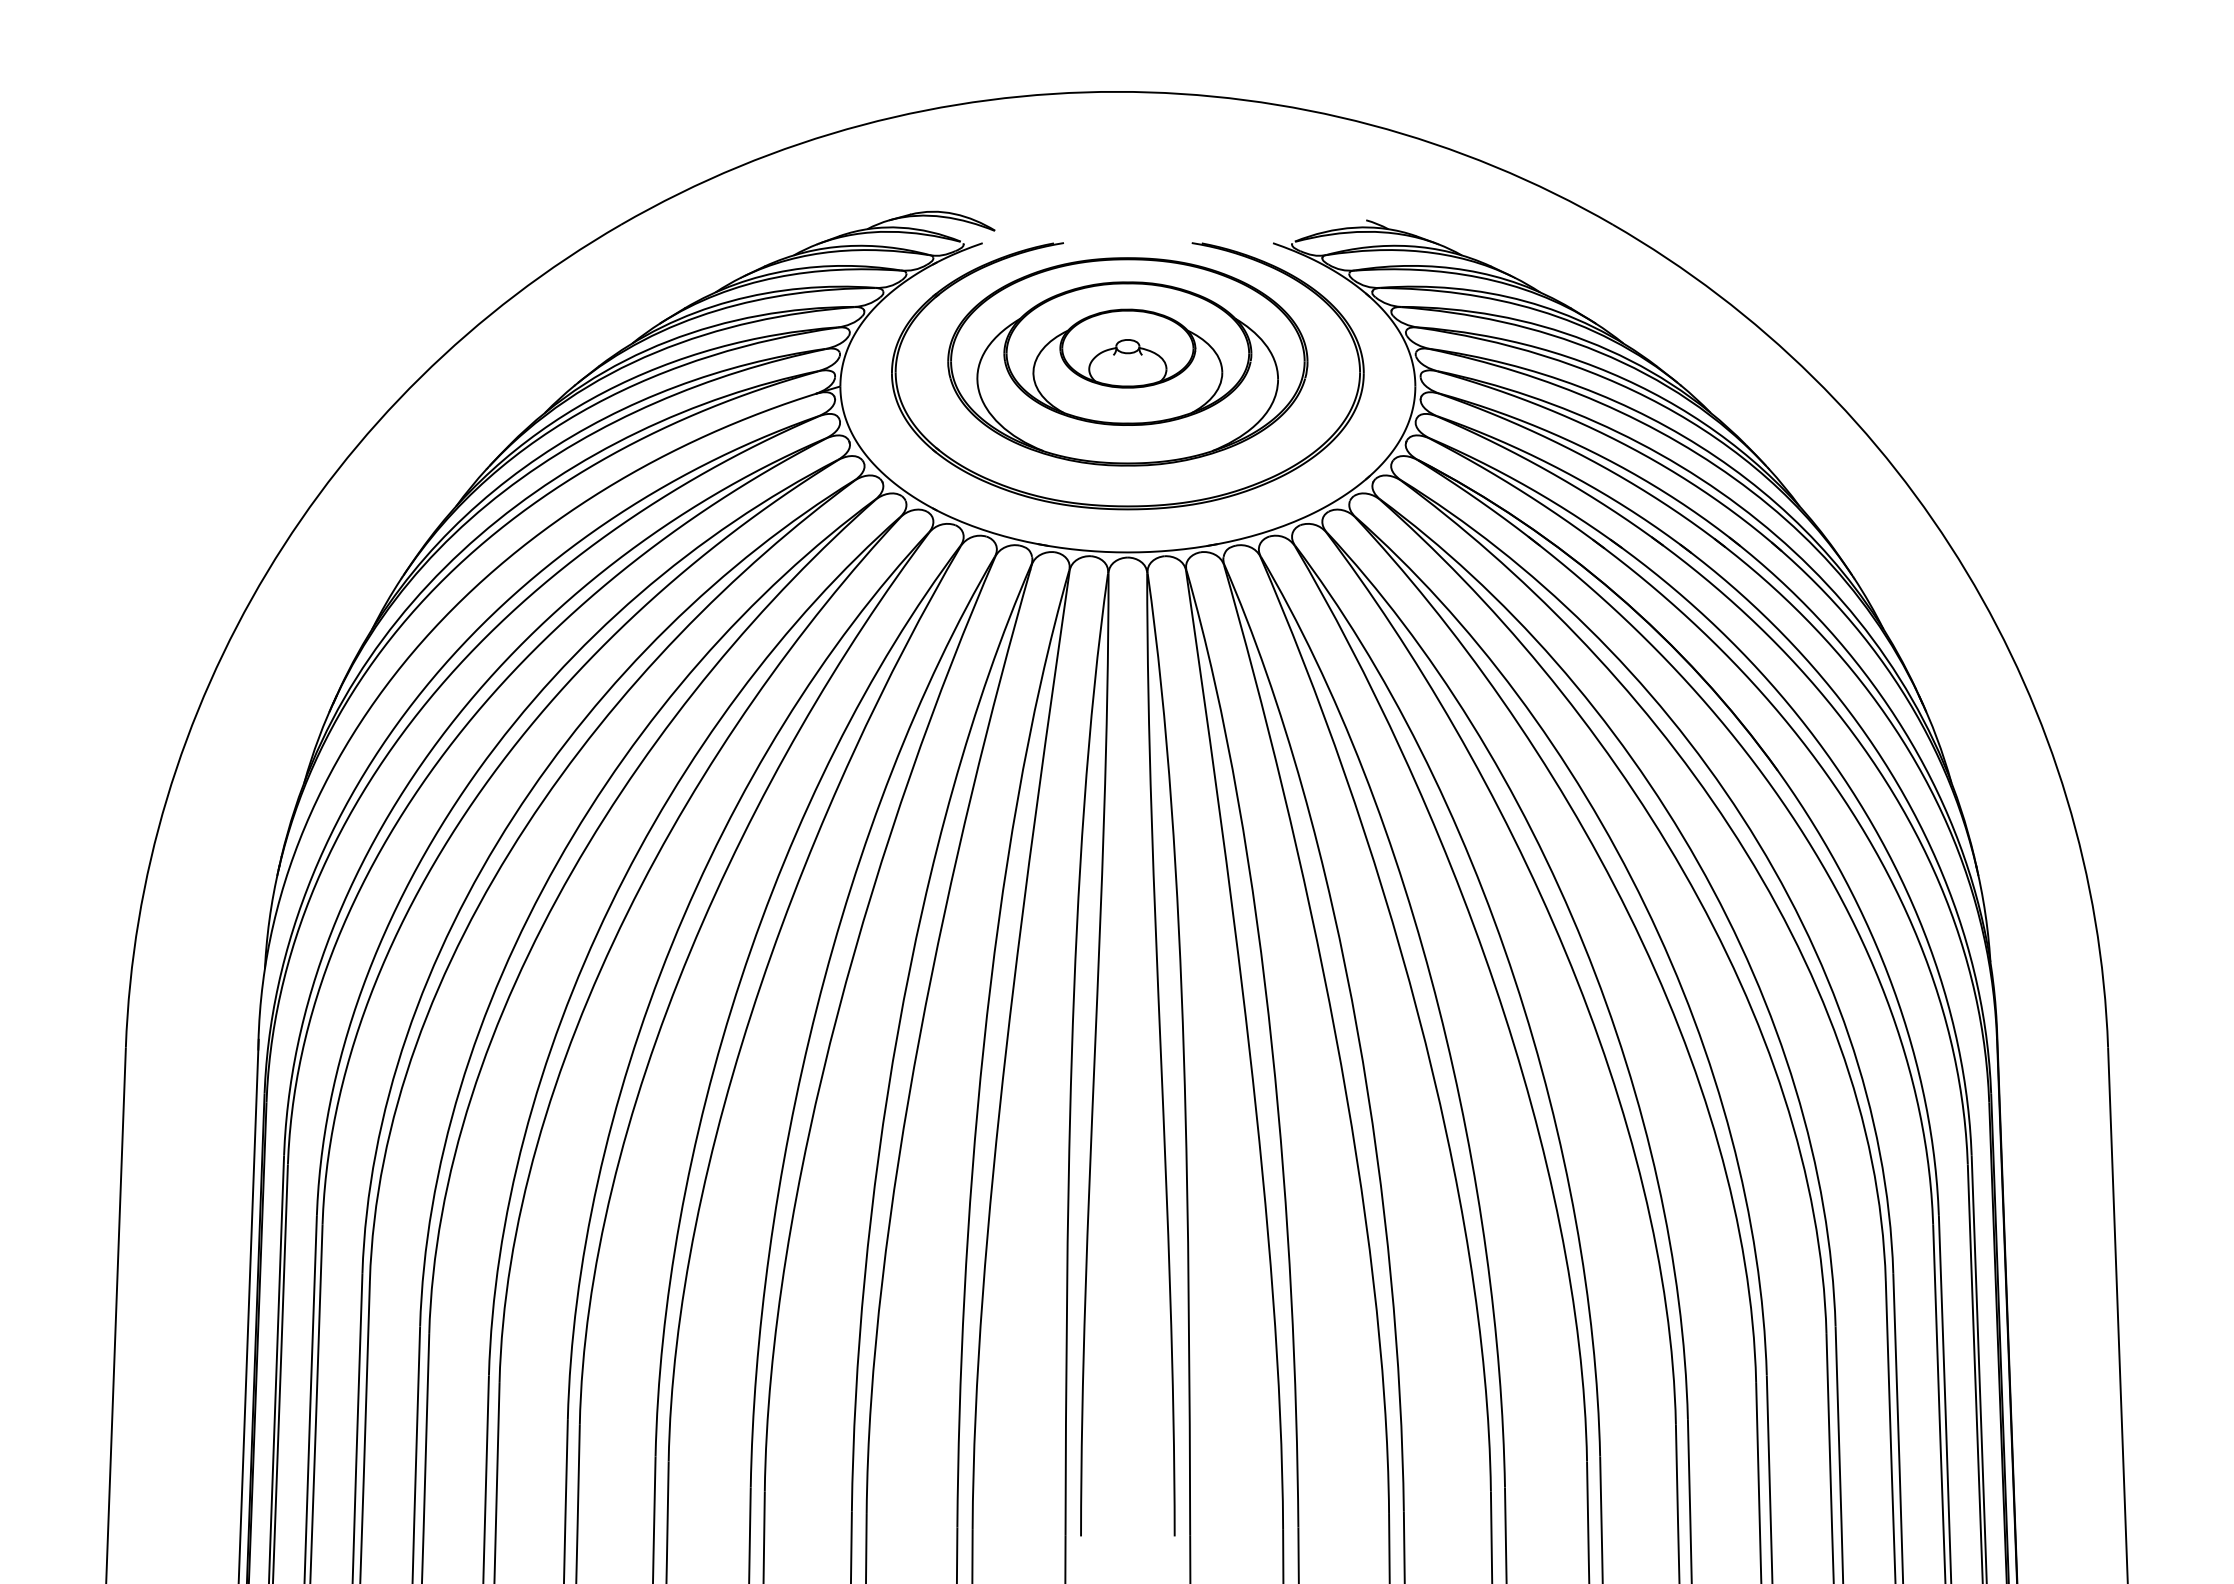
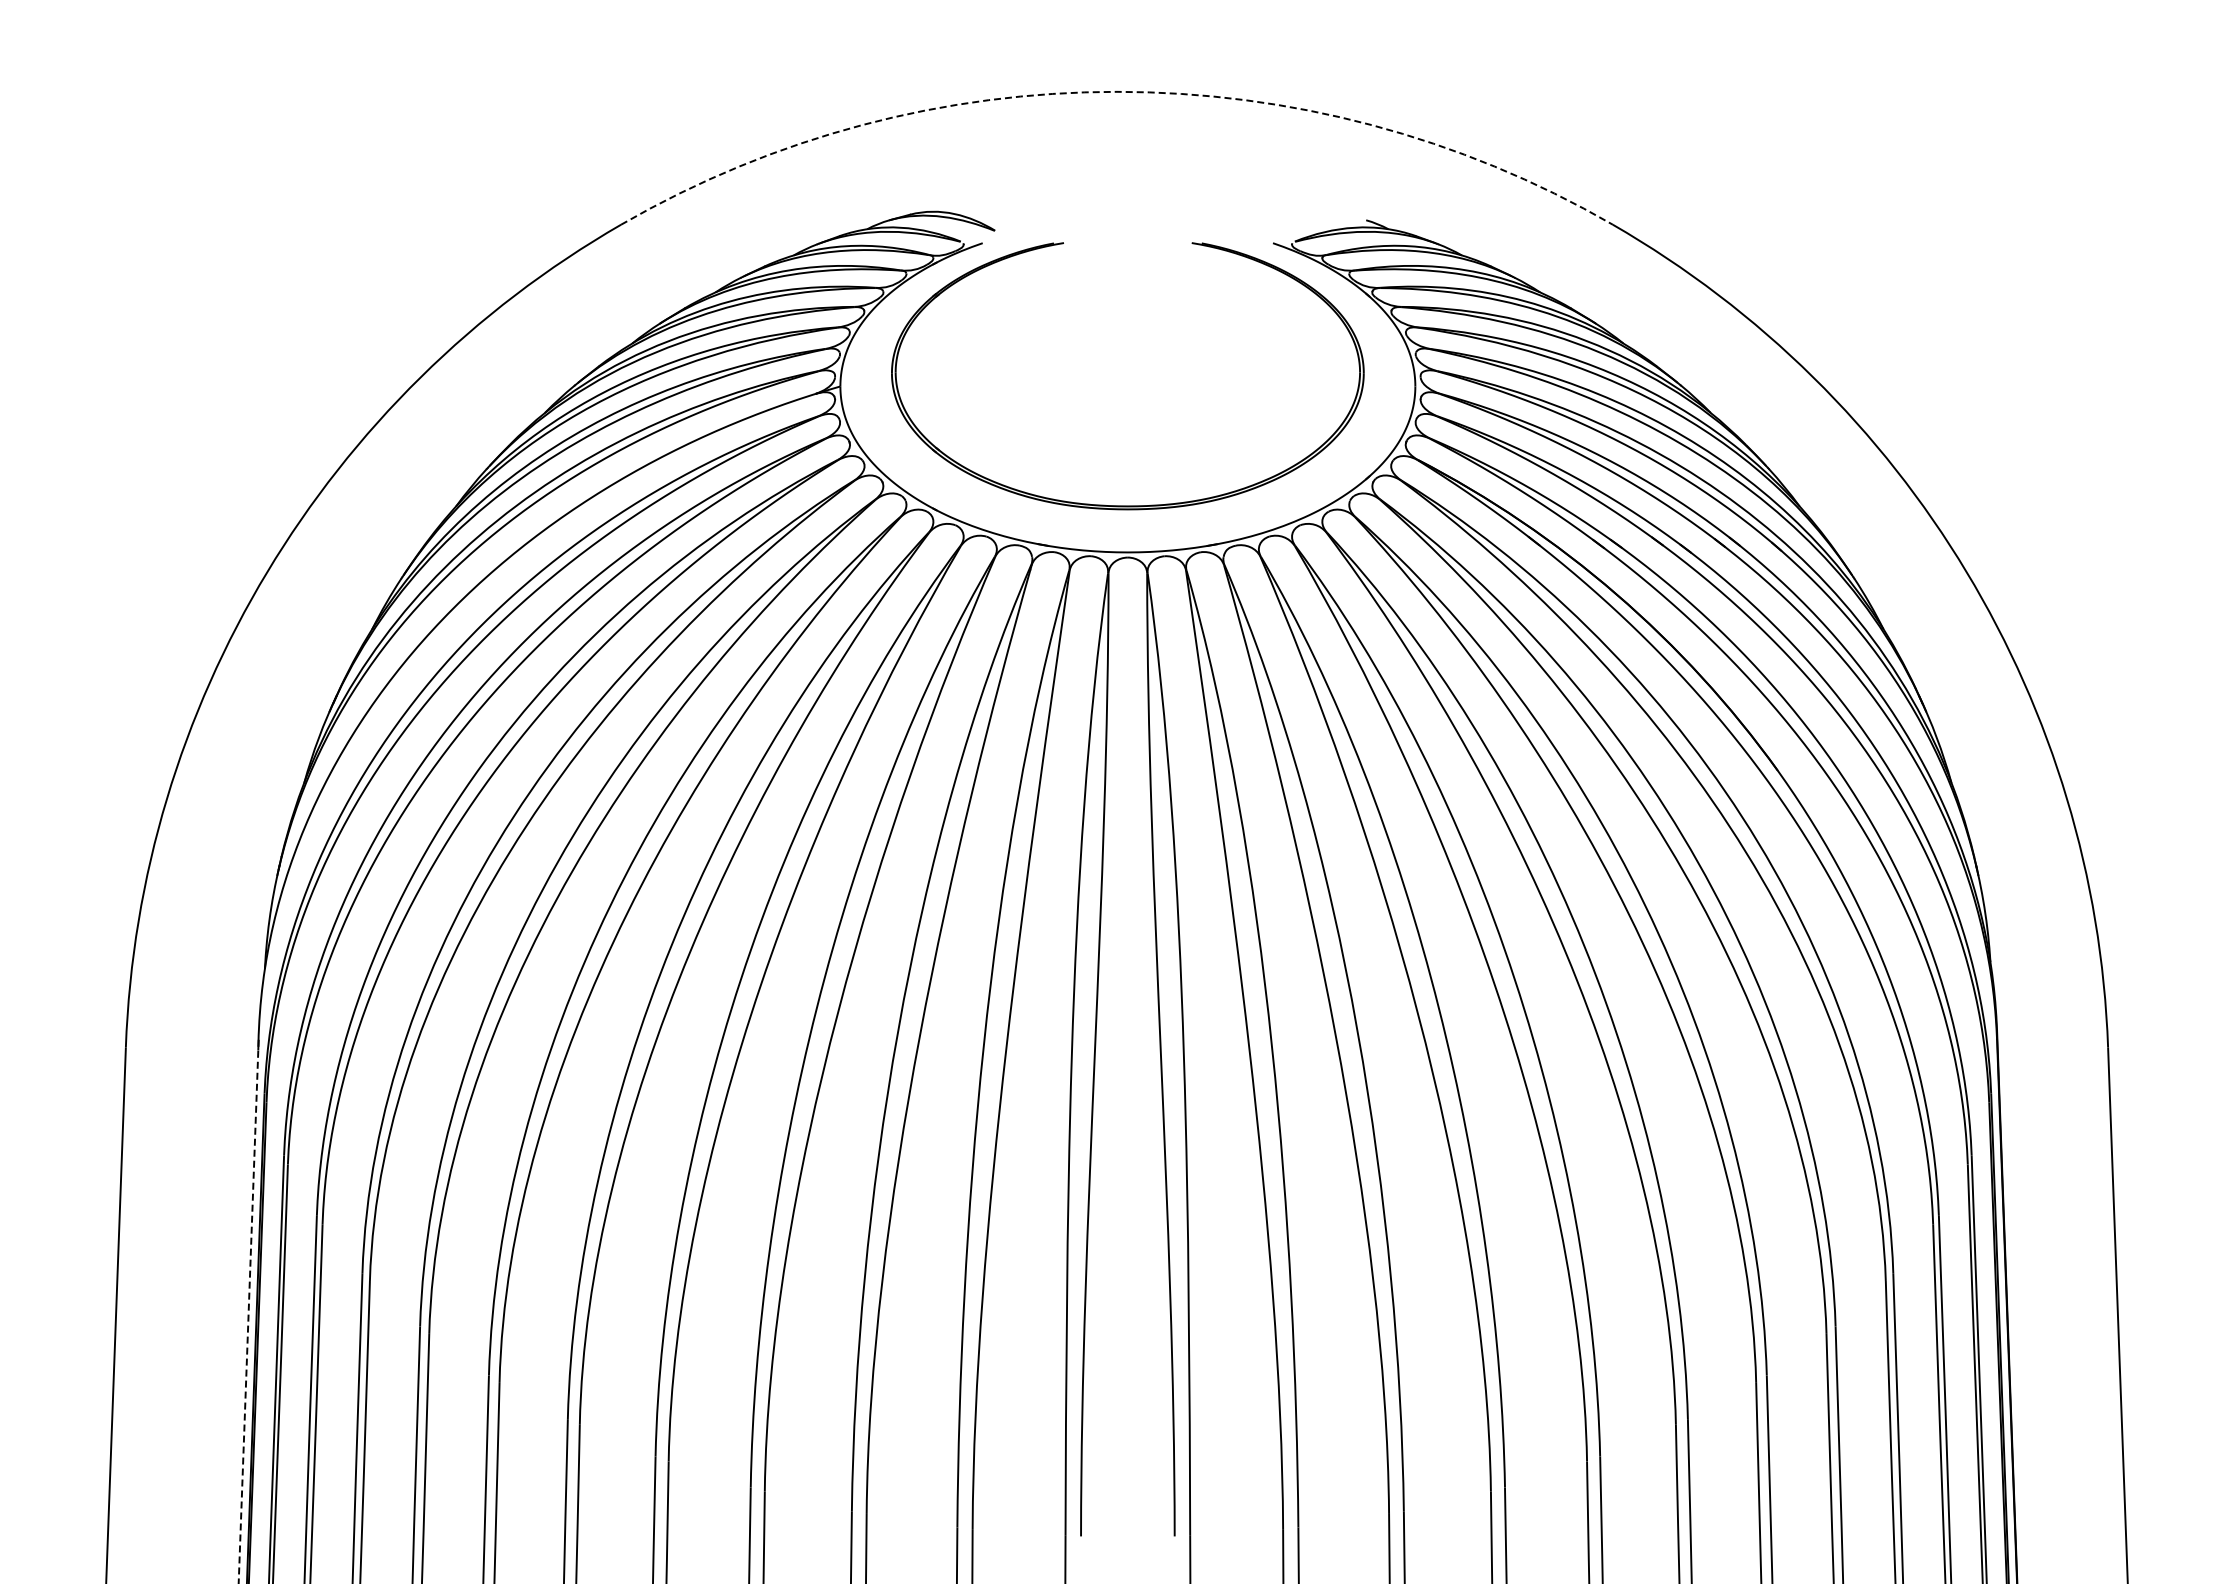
arc at (1116, 91): solid -> dashed
part at (1127, 361): present -> none
line at (248, 1311): solid -> dashed
